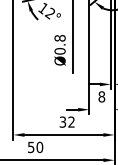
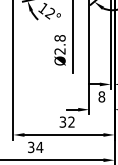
text at (59, 51): Ø0.8 -> Ø2.8
text at (35, 147): 50 -> 34
